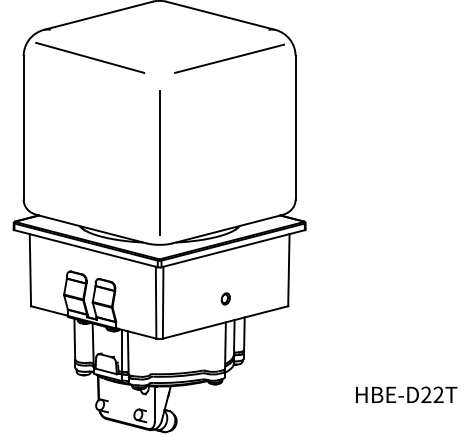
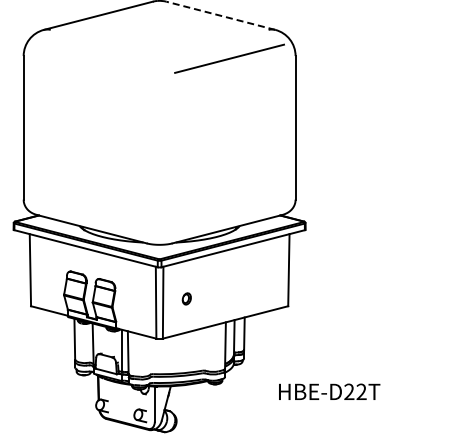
line at (220, 15): solid -> dashed
line at (90, 57): present -> none
line at (159, 162): present -> none
part at (225, 298) position: (225, 298) -> (186, 298)
text at (406, 394) position: (406, 394) -> (329, 391)
